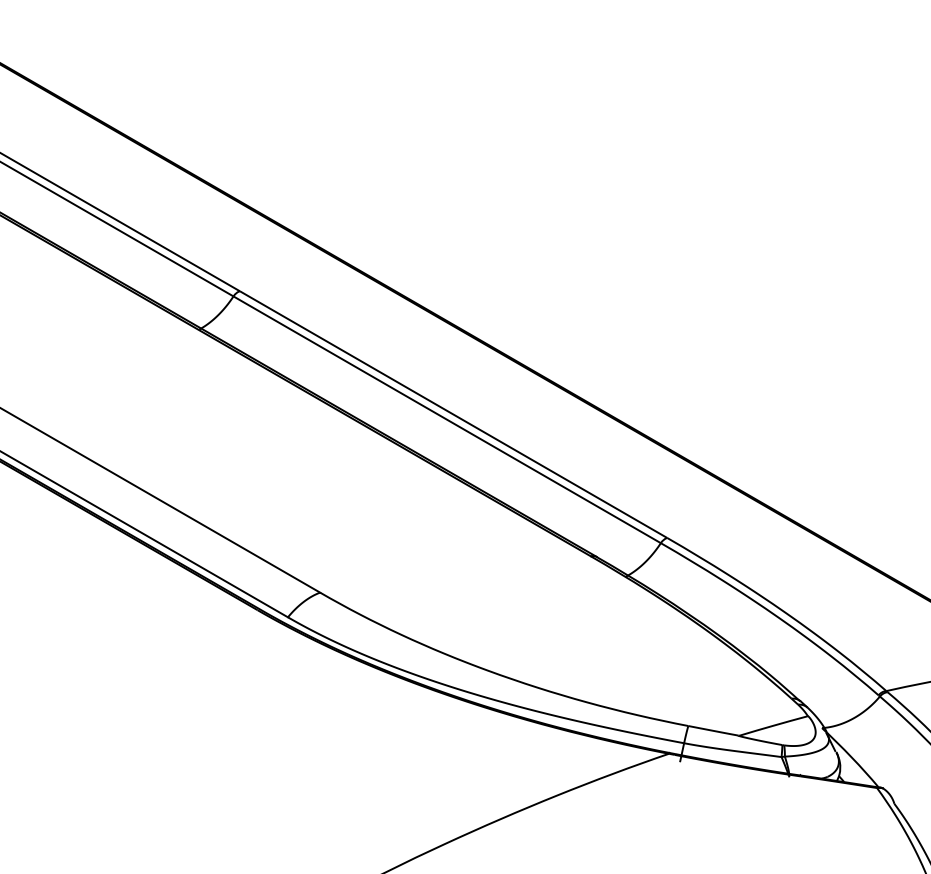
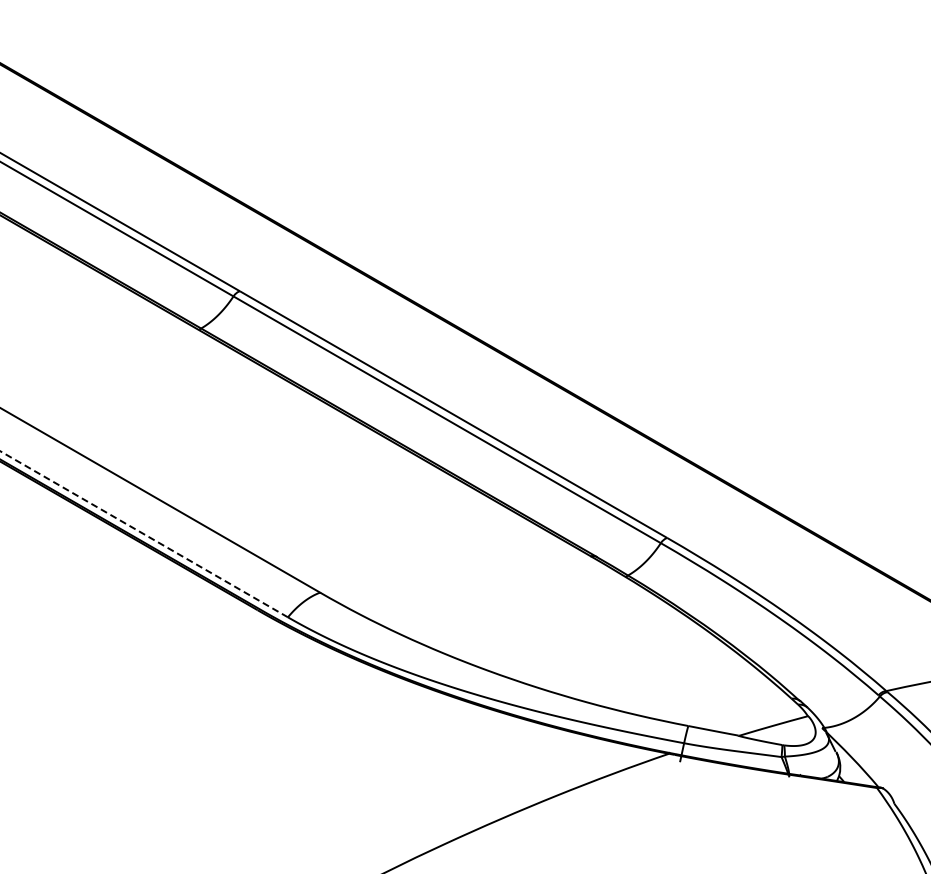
line at (144, 534): solid -> dashed
